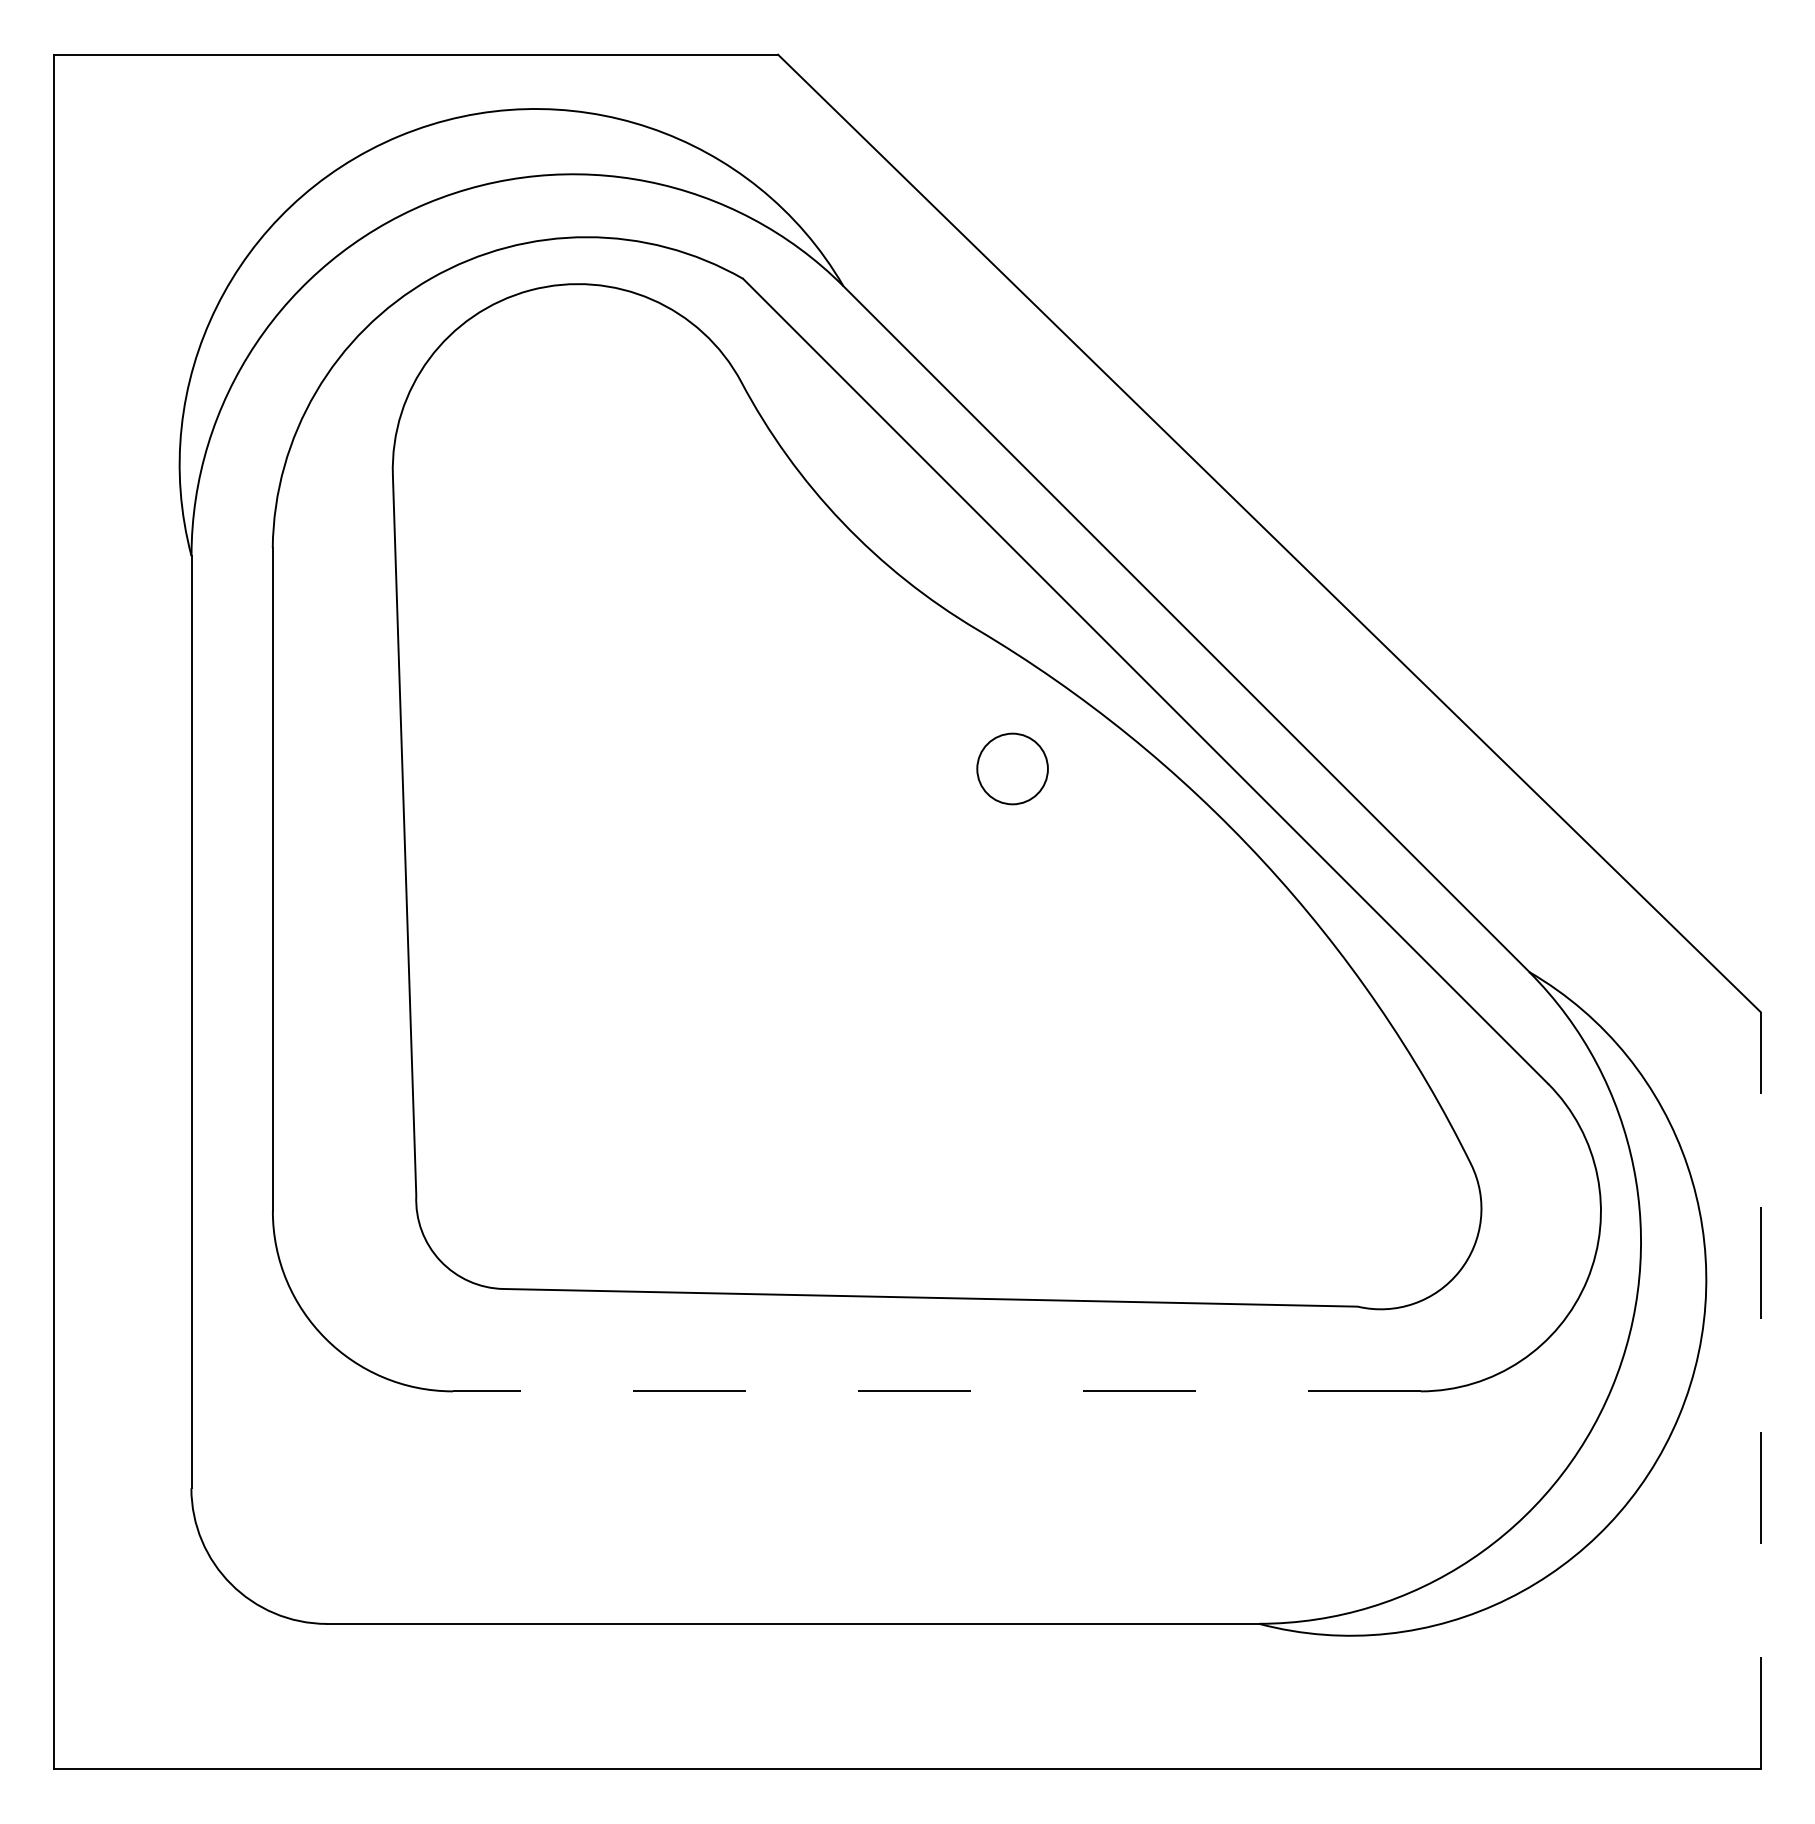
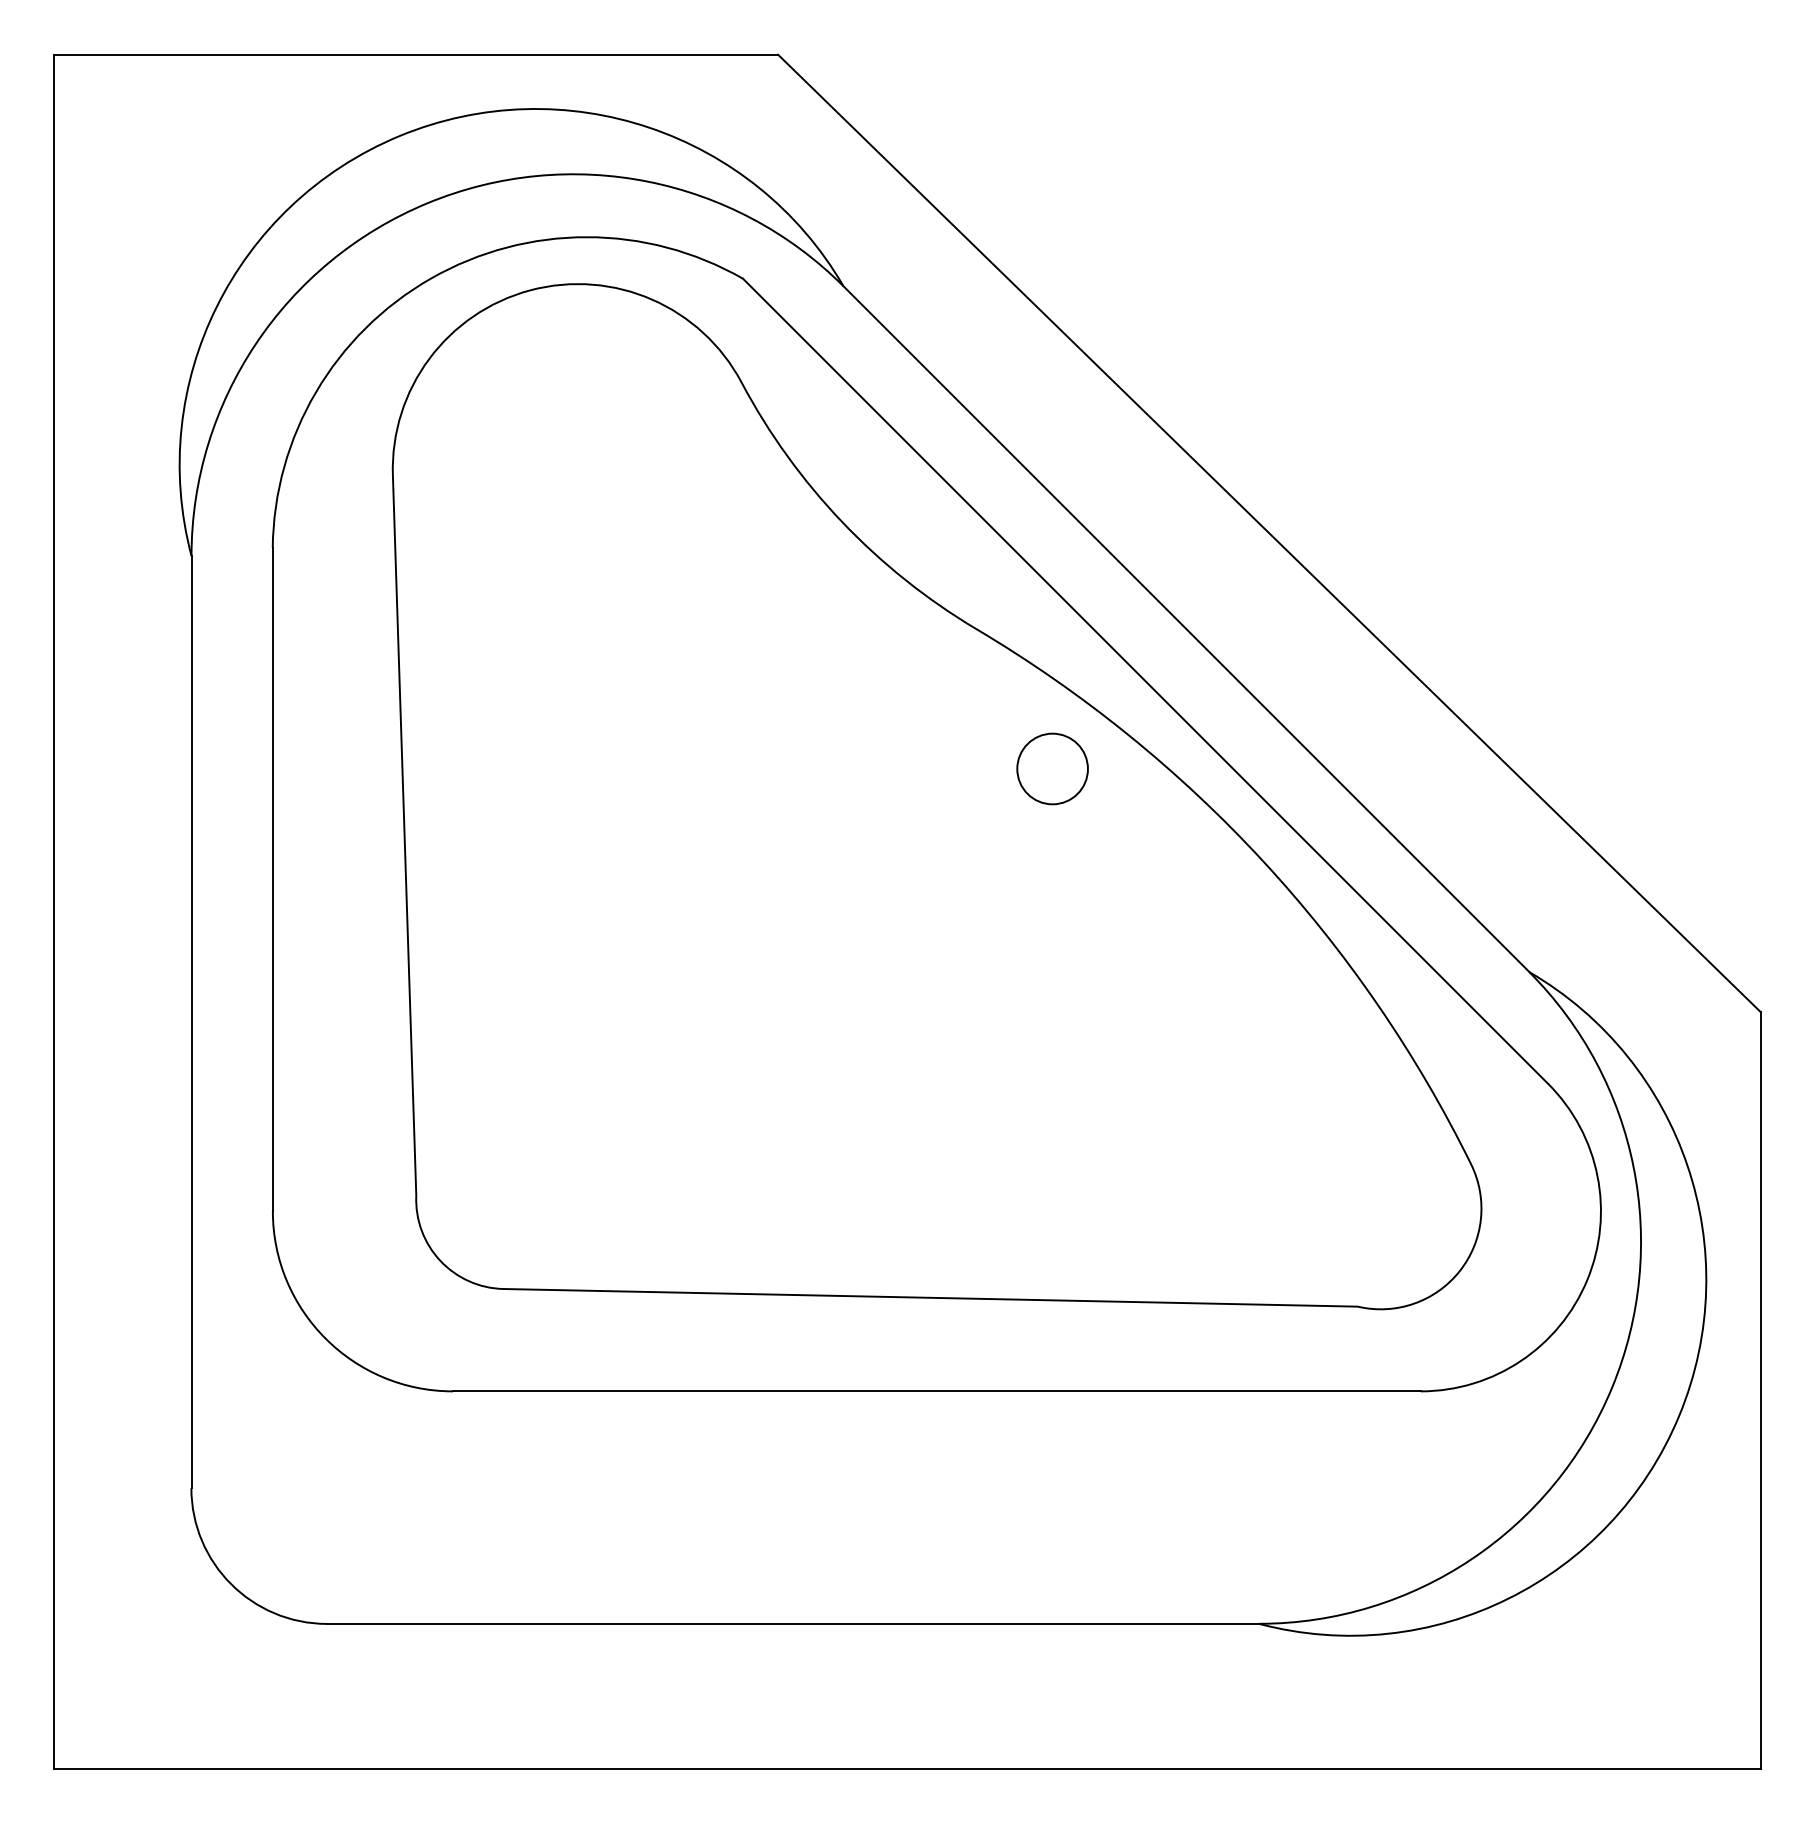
circle at (1012, 768) position: (1012, 768) -> (1052, 768)
line at (1760, 1390): dashed -> solid
line at (936, 1391): dashed -> solid
